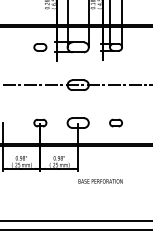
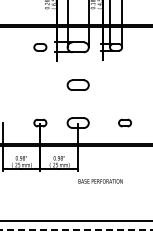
line at (75, 85): present -> none
part at (115, 122) position: (115, 122) -> (124, 122)
line at (76, 229): solid -> dashed
